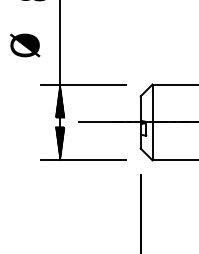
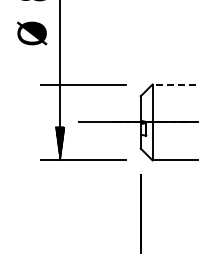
text at (25, 45) position: (25, 45) -> (32, 33)
line at (175, 84): solid -> dashed
hatch at (59, 100): present -> none
